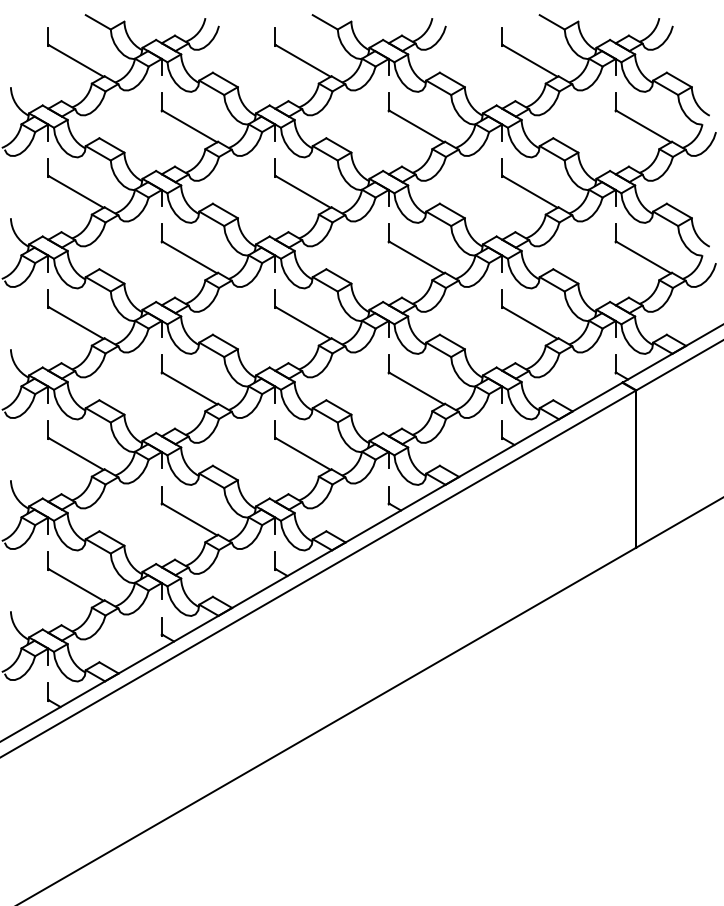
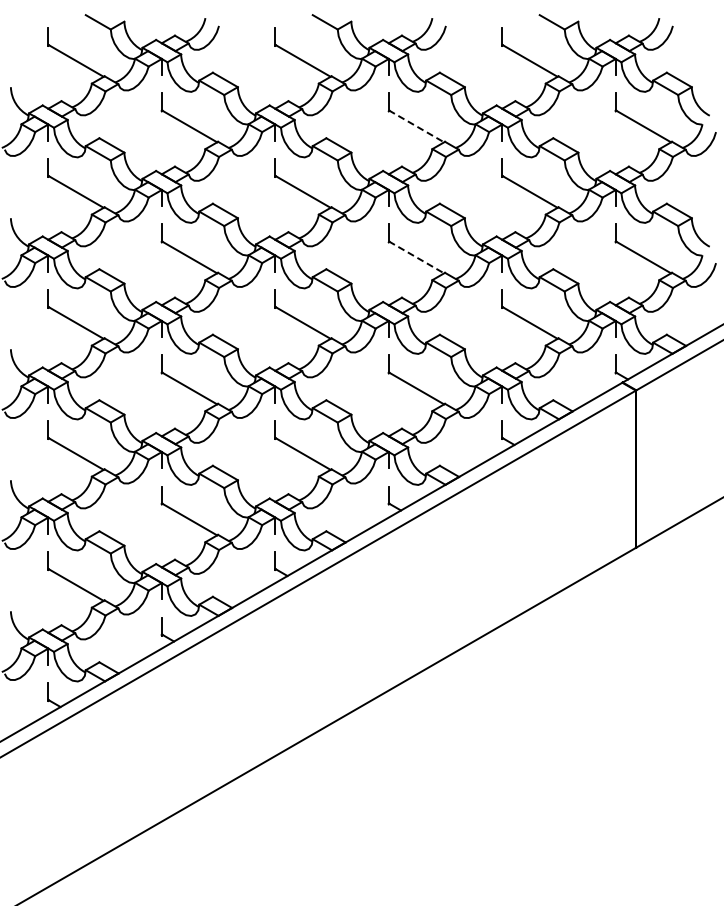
line at (416, 126): solid -> dashed
line at (416, 257): solid -> dashed
